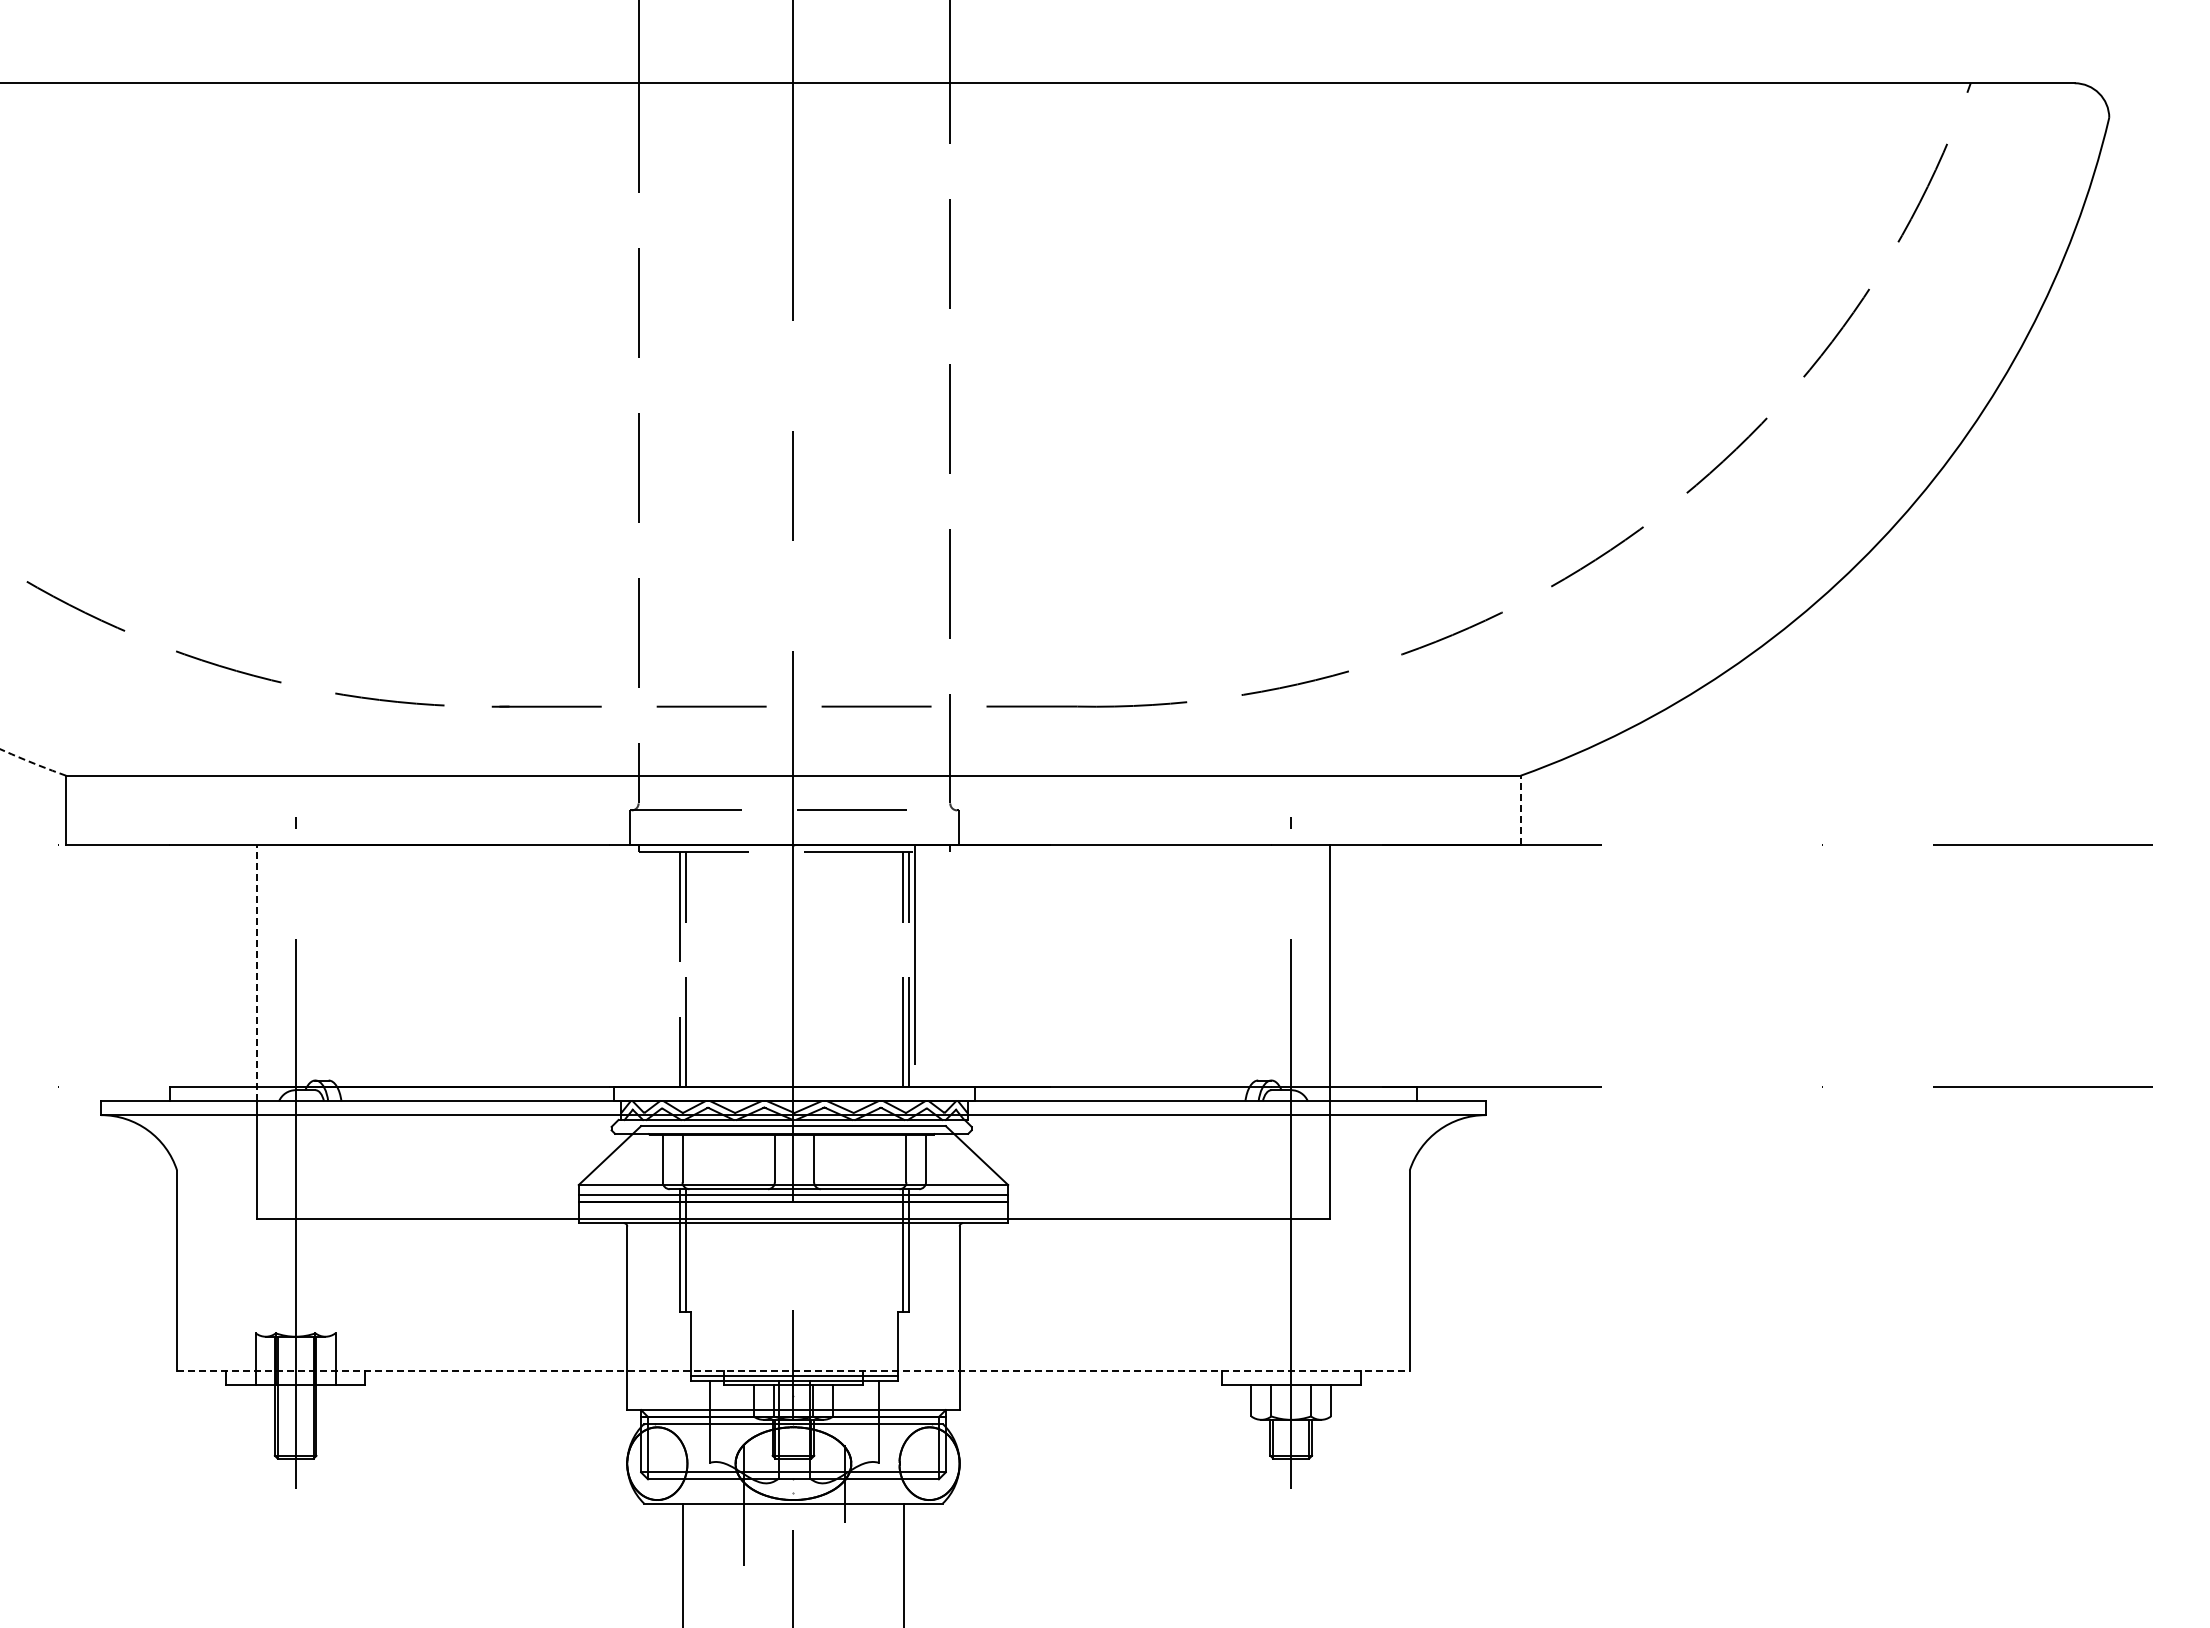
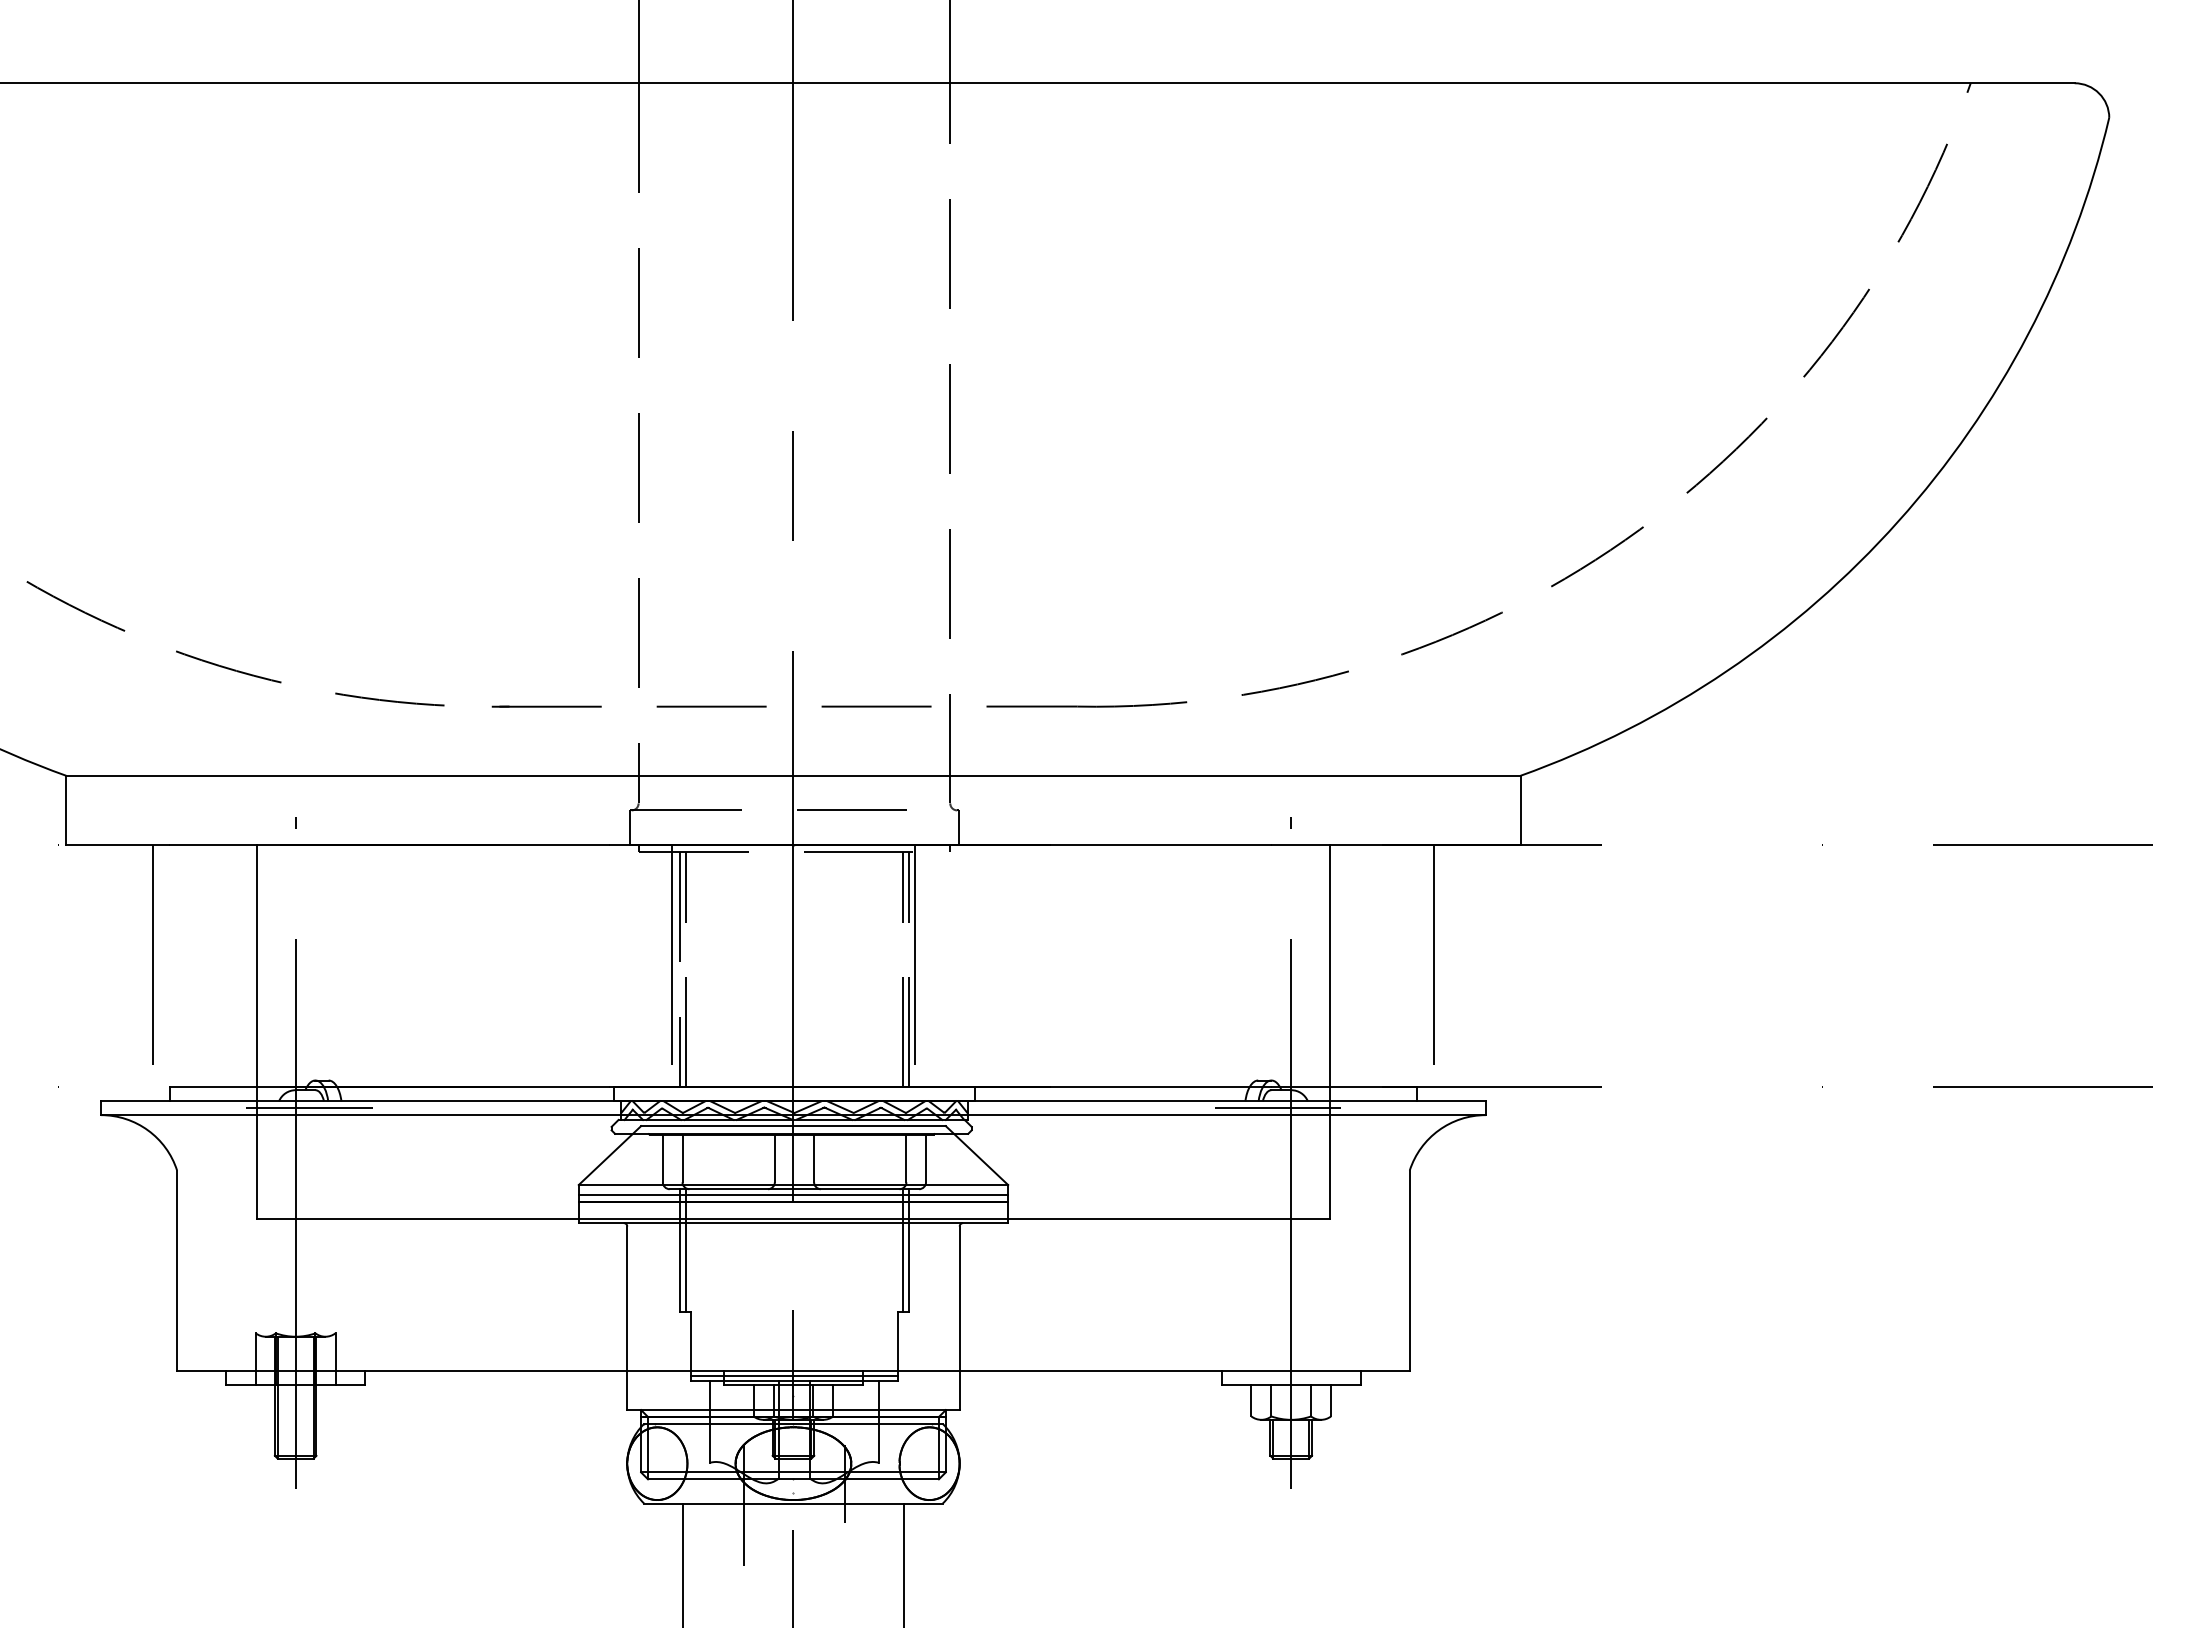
arc at (33, 763): dashed -> solid
line at (1520, 810): dashed -> solid
line at (152, 966): none -> present
line at (672, 966): none -> present
line at (1434, 966): none -> present
line at (256, 972): dashed -> solid
line at (309, 1108): none -> present
line at (1278, 1108): none -> present
line at (793, 1371): dashed -> solid
